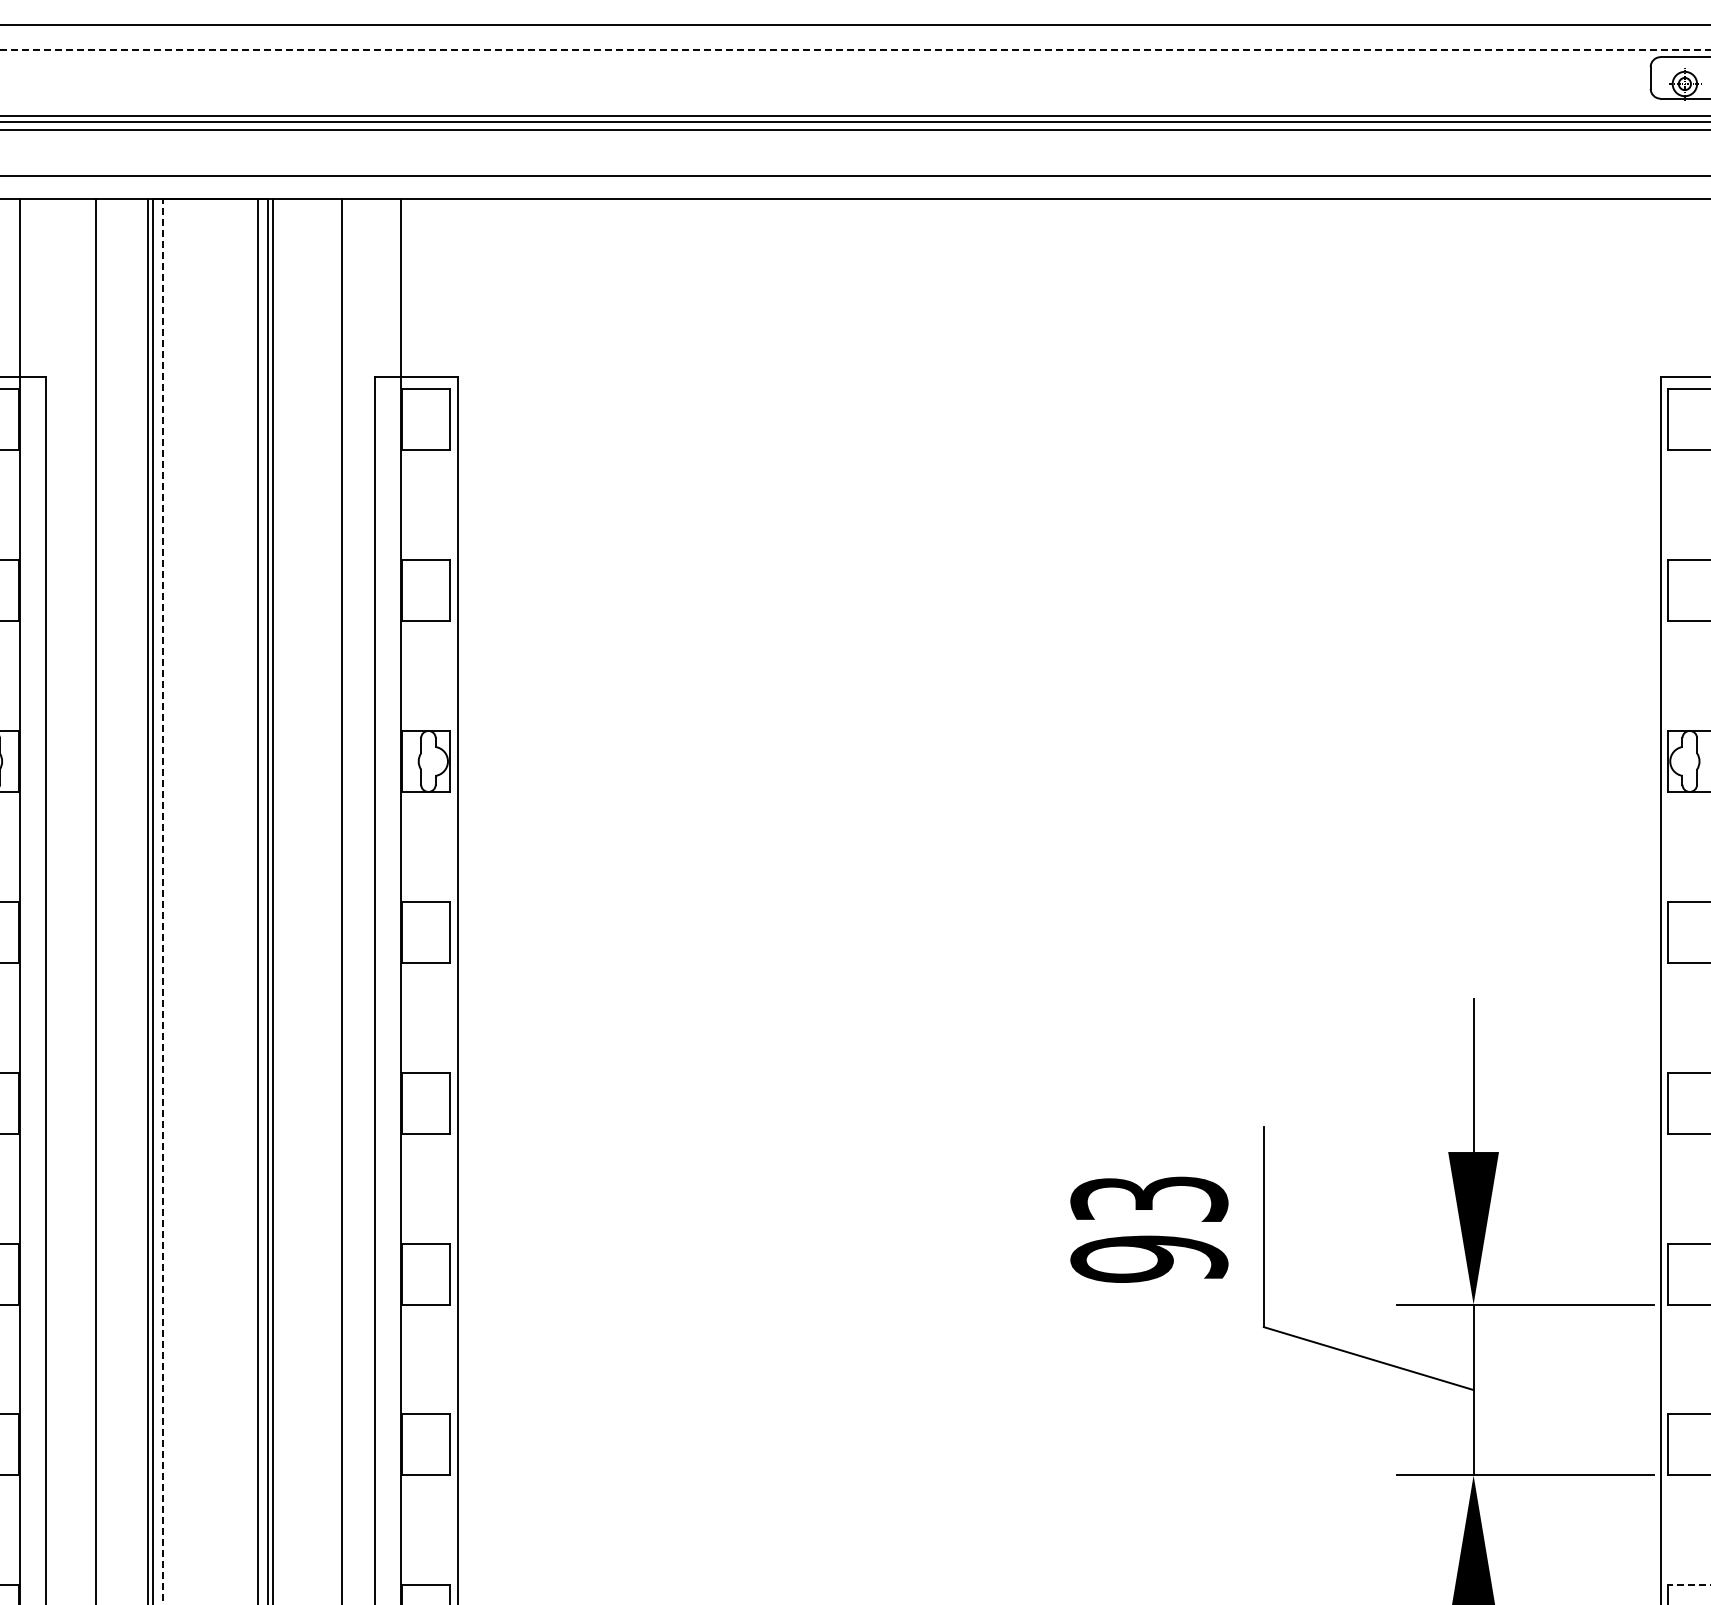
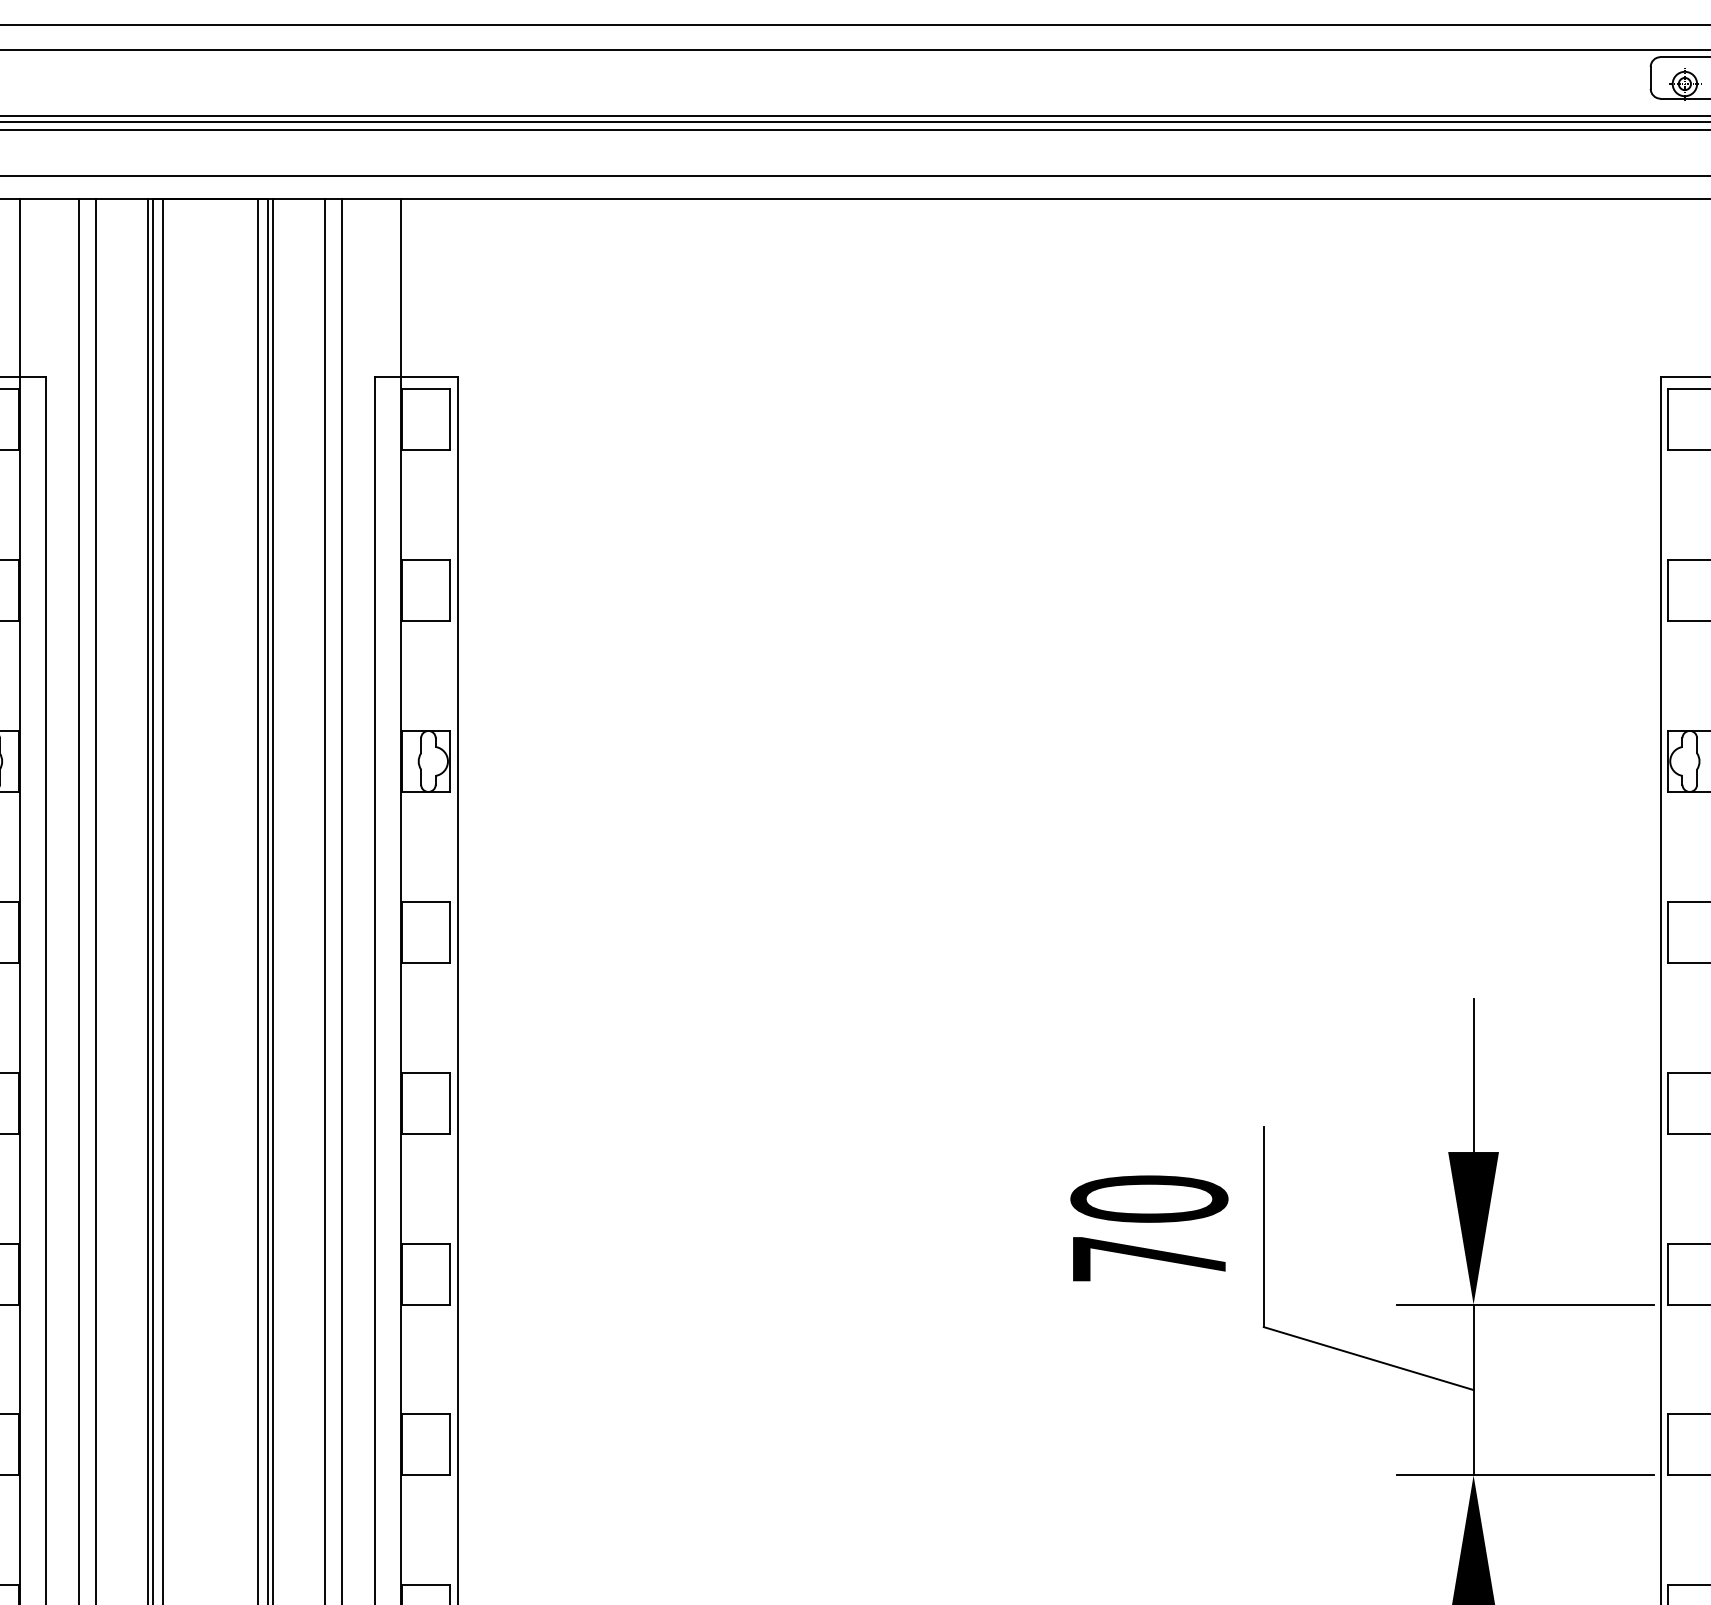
line at (855, 49): dashed -> solid
line at (78, 899): none -> present
line at (325, 899): none -> present
line at (162, 901): dashed -> solid
text at (1149, 1228): 93 -> 70
line at (1688, 1585): dashed -> solid
